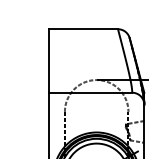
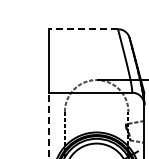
line at (83, 29): solid -> dashed
line at (49, 125): solid -> dashed
